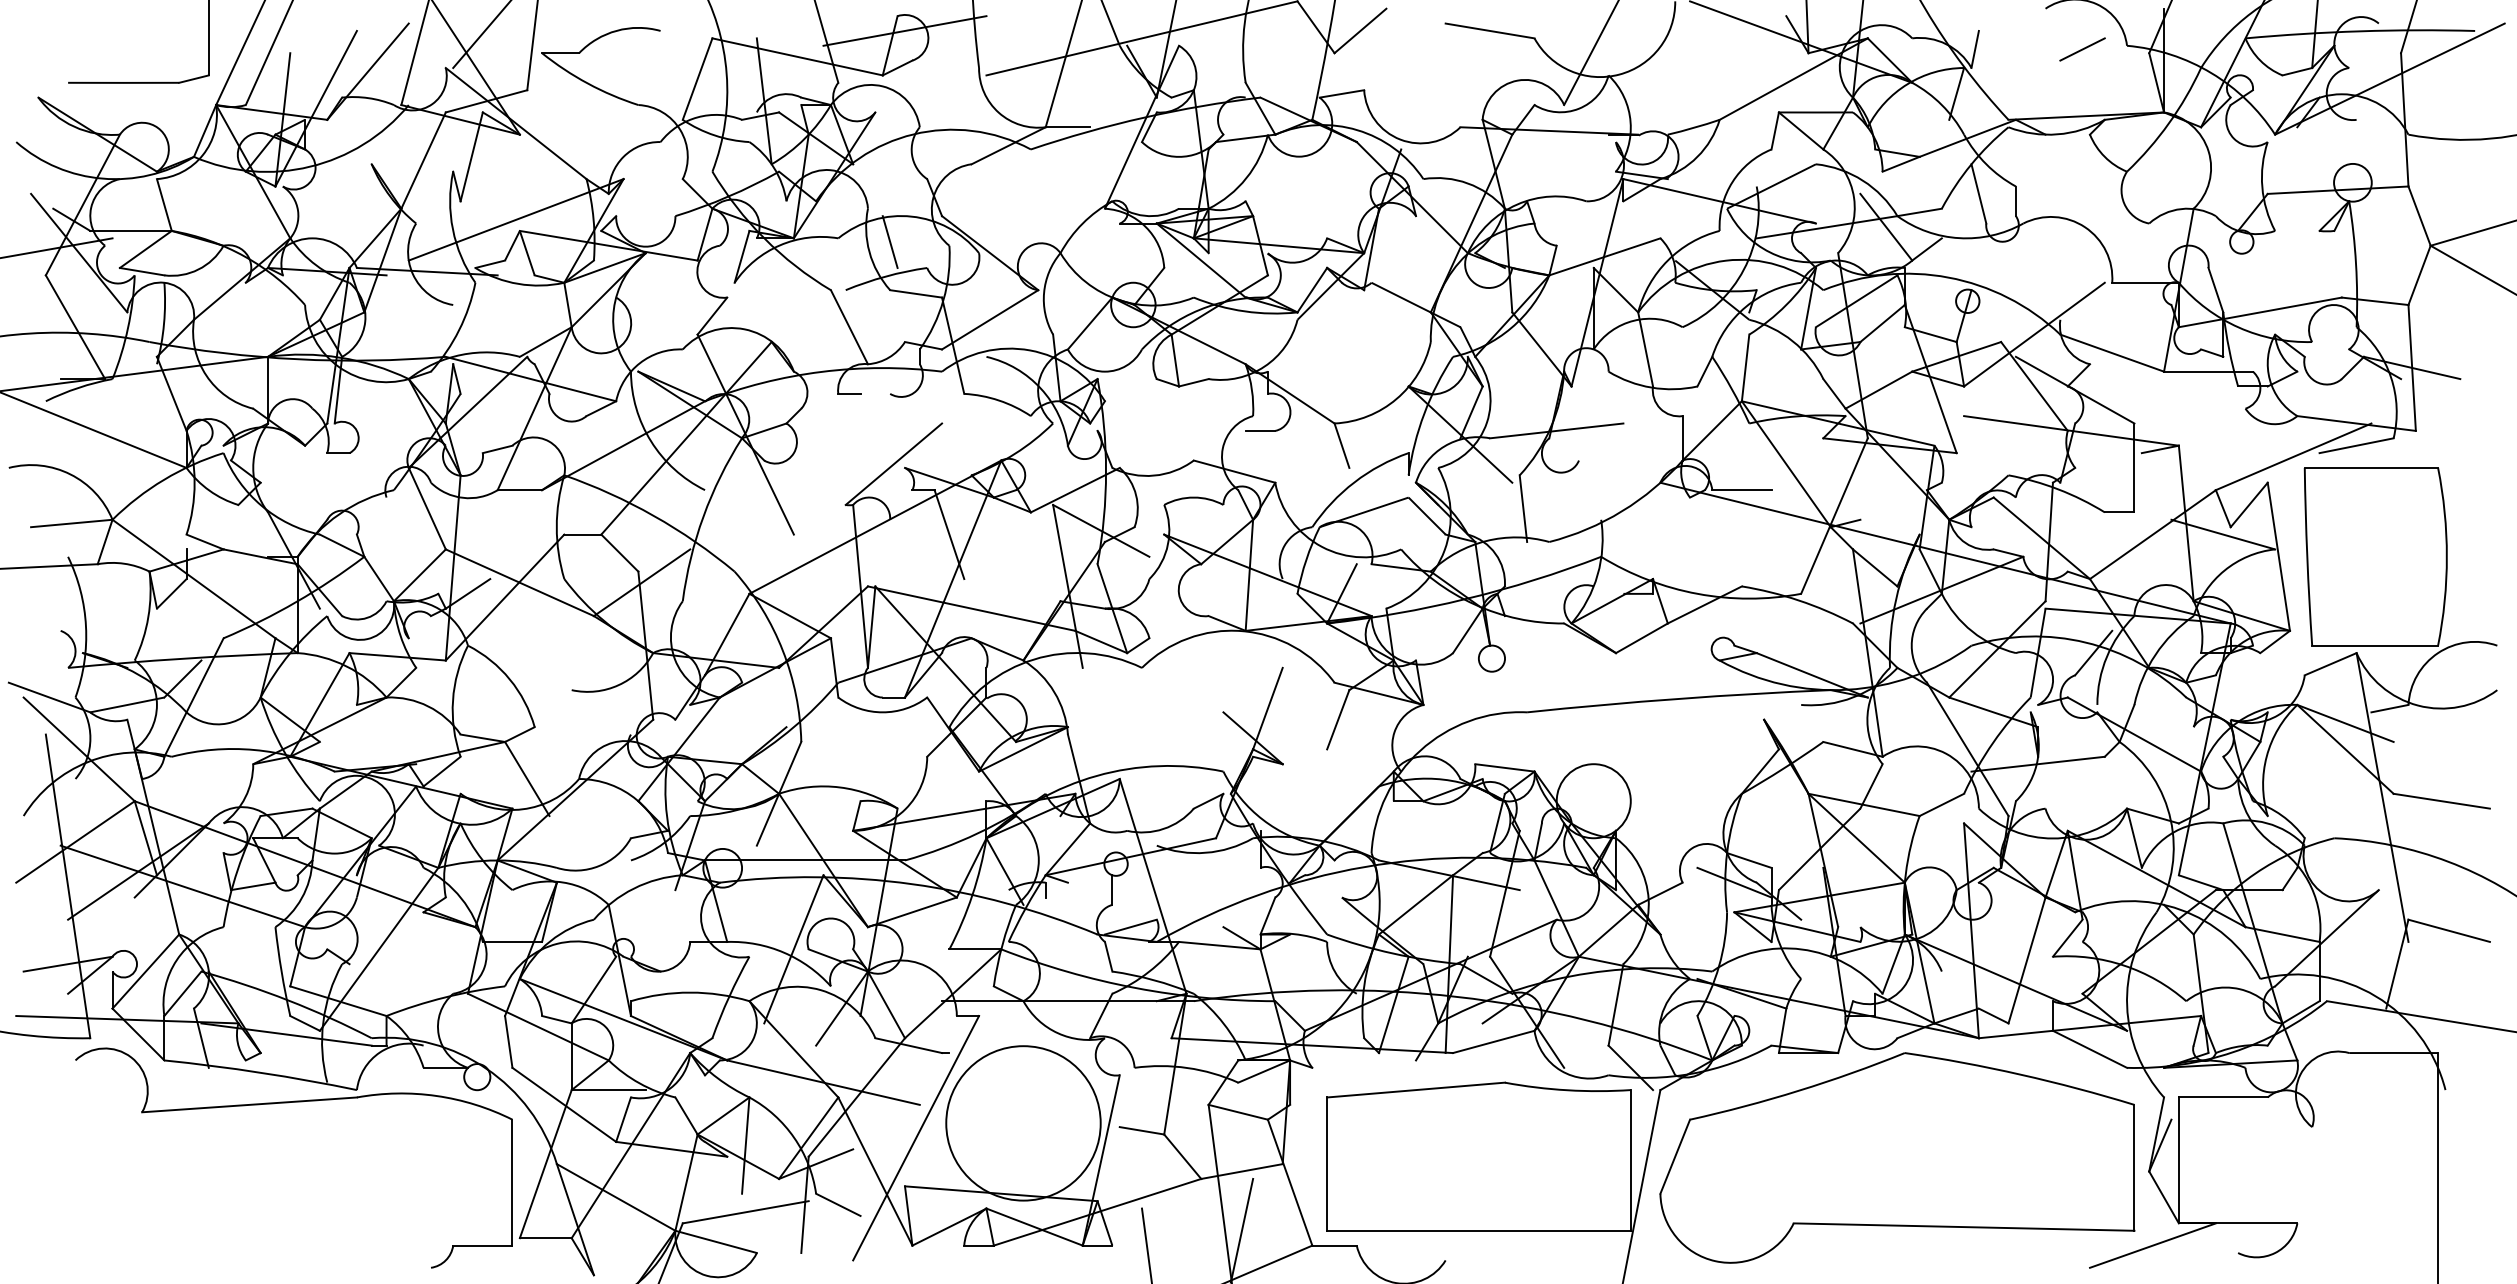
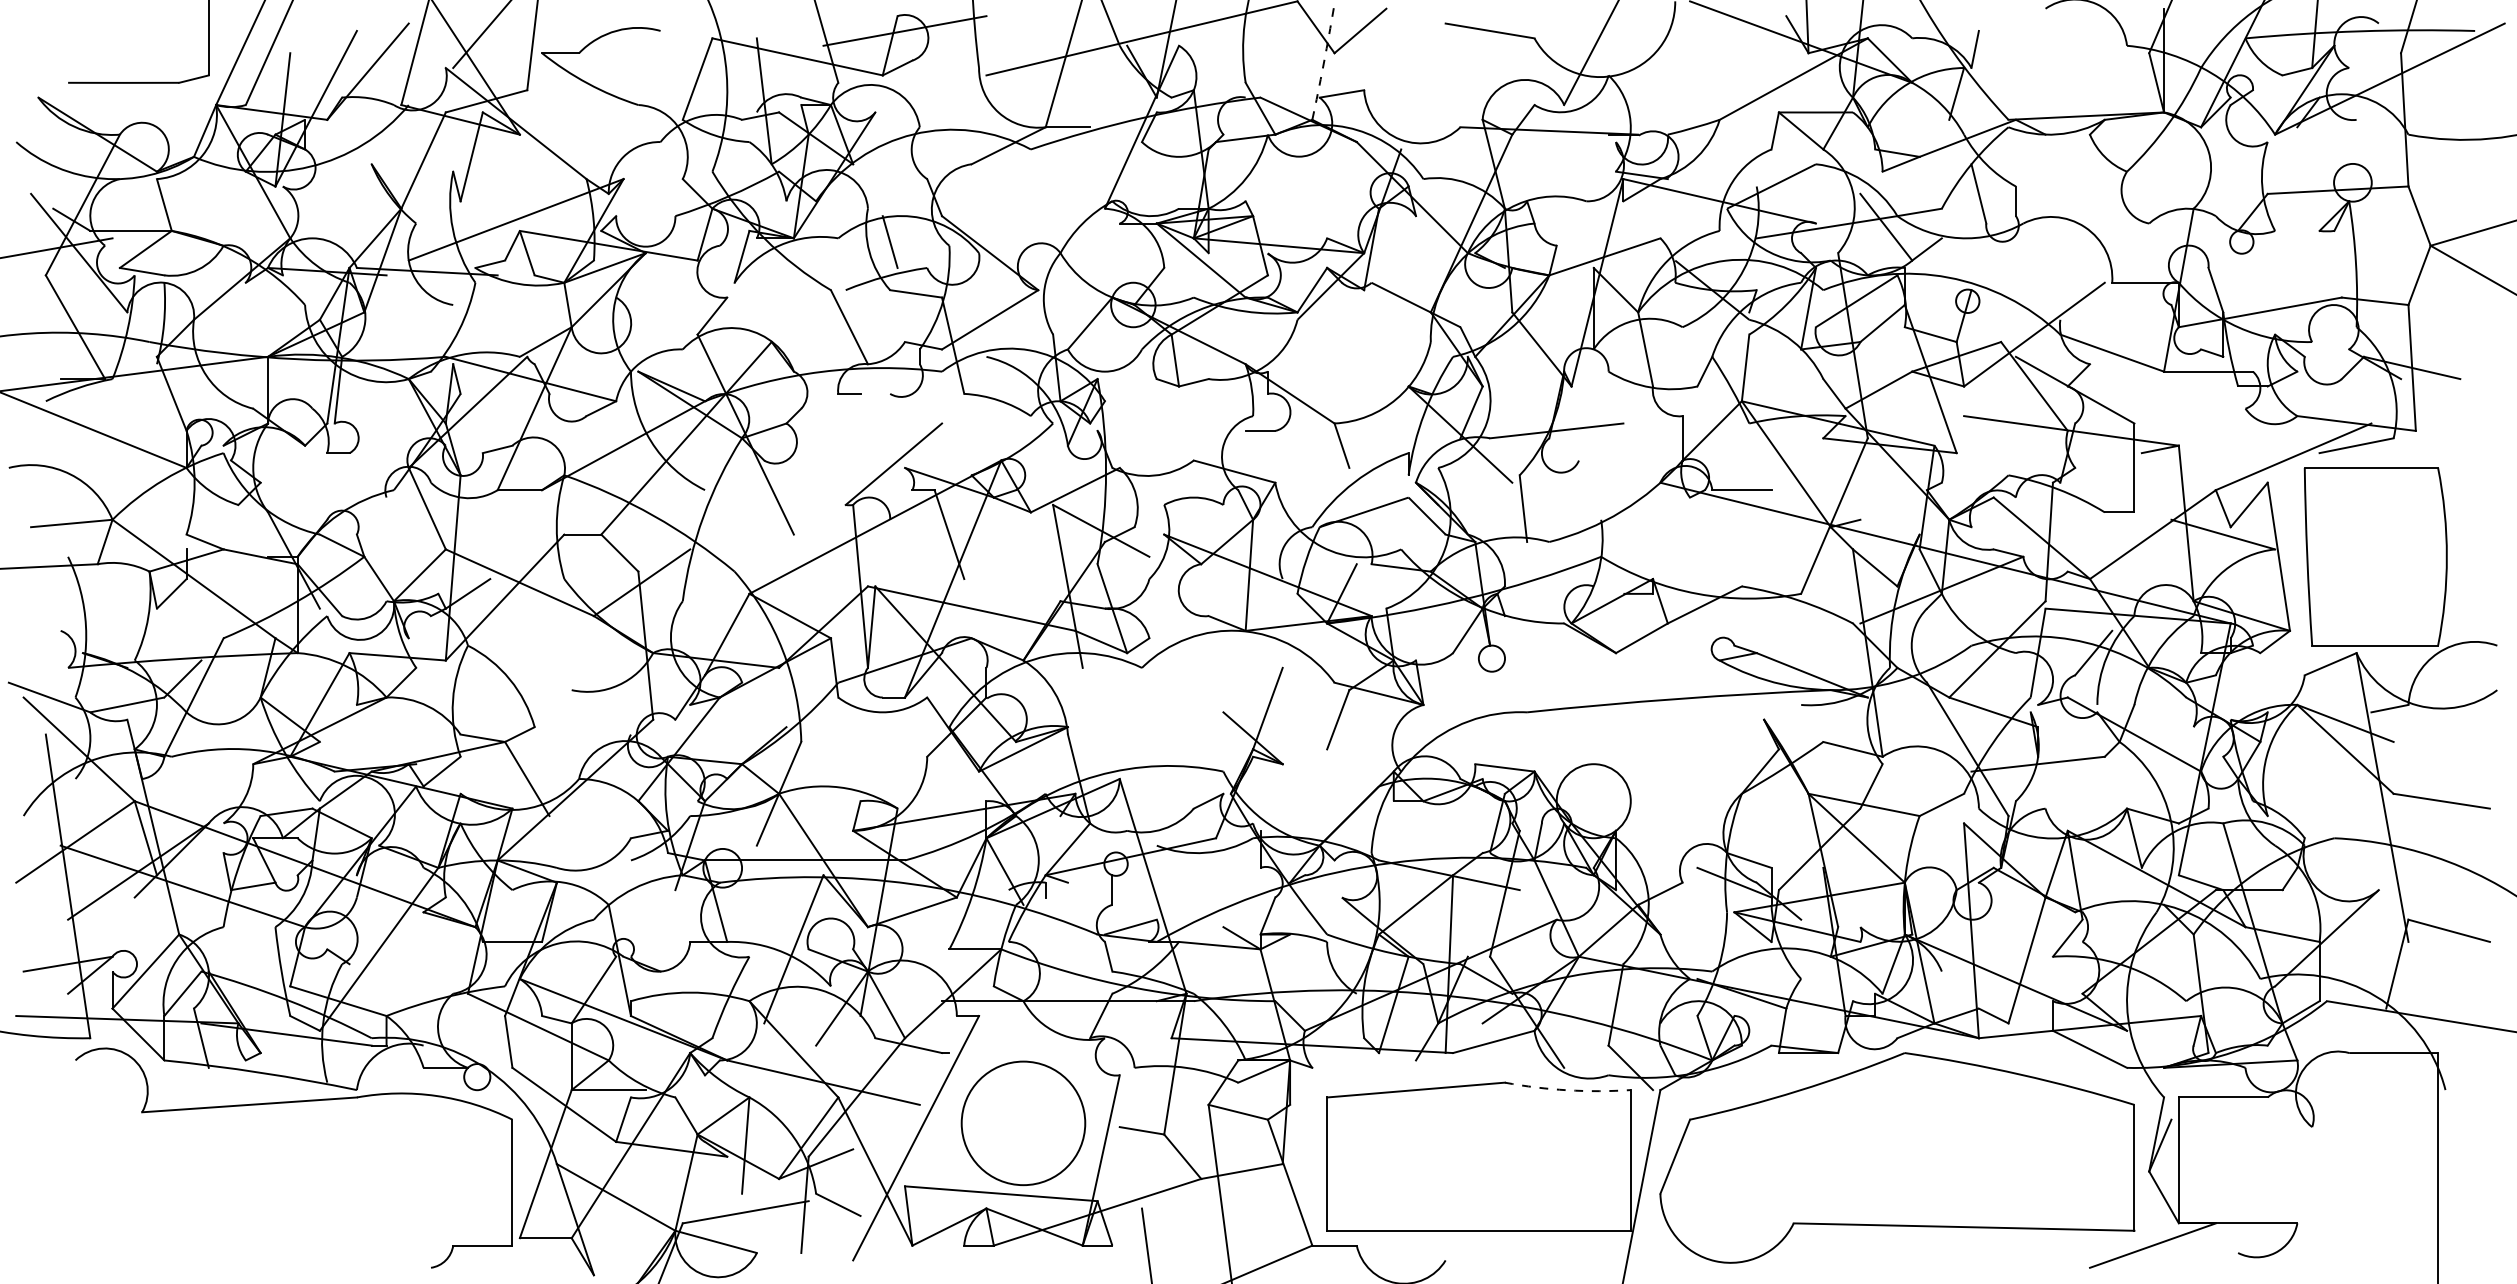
line at (2082, 49): present -> none
arc at (1324, 59): solid -> dashed
arc at (1567, 1090): solid -> dashed
circle at (1023, 1123) diameter: 154 px -> 124 px
line at (1242, 1229): present -> none
